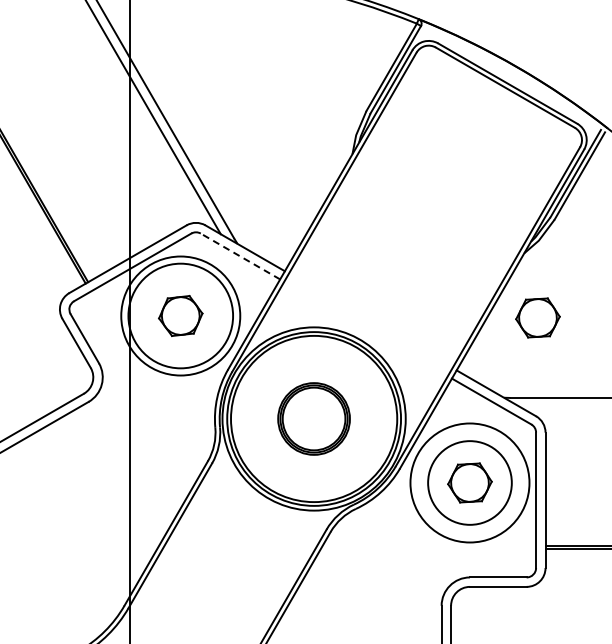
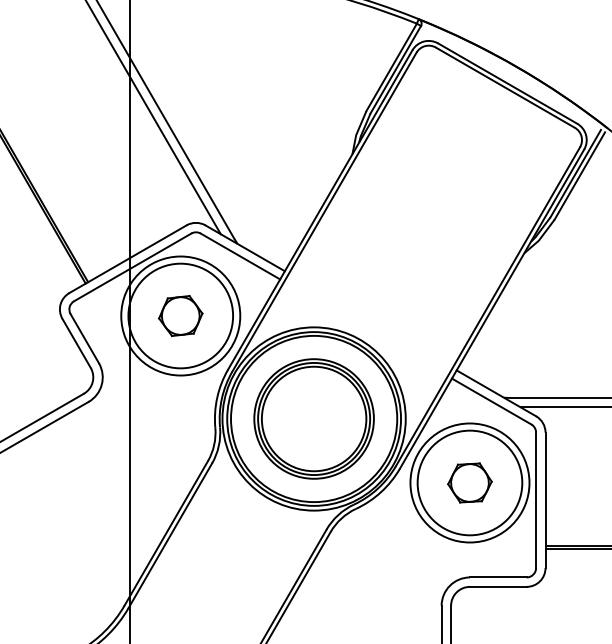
line at (240, 256): dashed -> solid
part at (537, 317): present -> none
line at (564, 407): none -> present
part at (313, 418) size: 74x74 px -> 122x122 px
circle at (469, 482) diameter: 84 px -> 105 px
